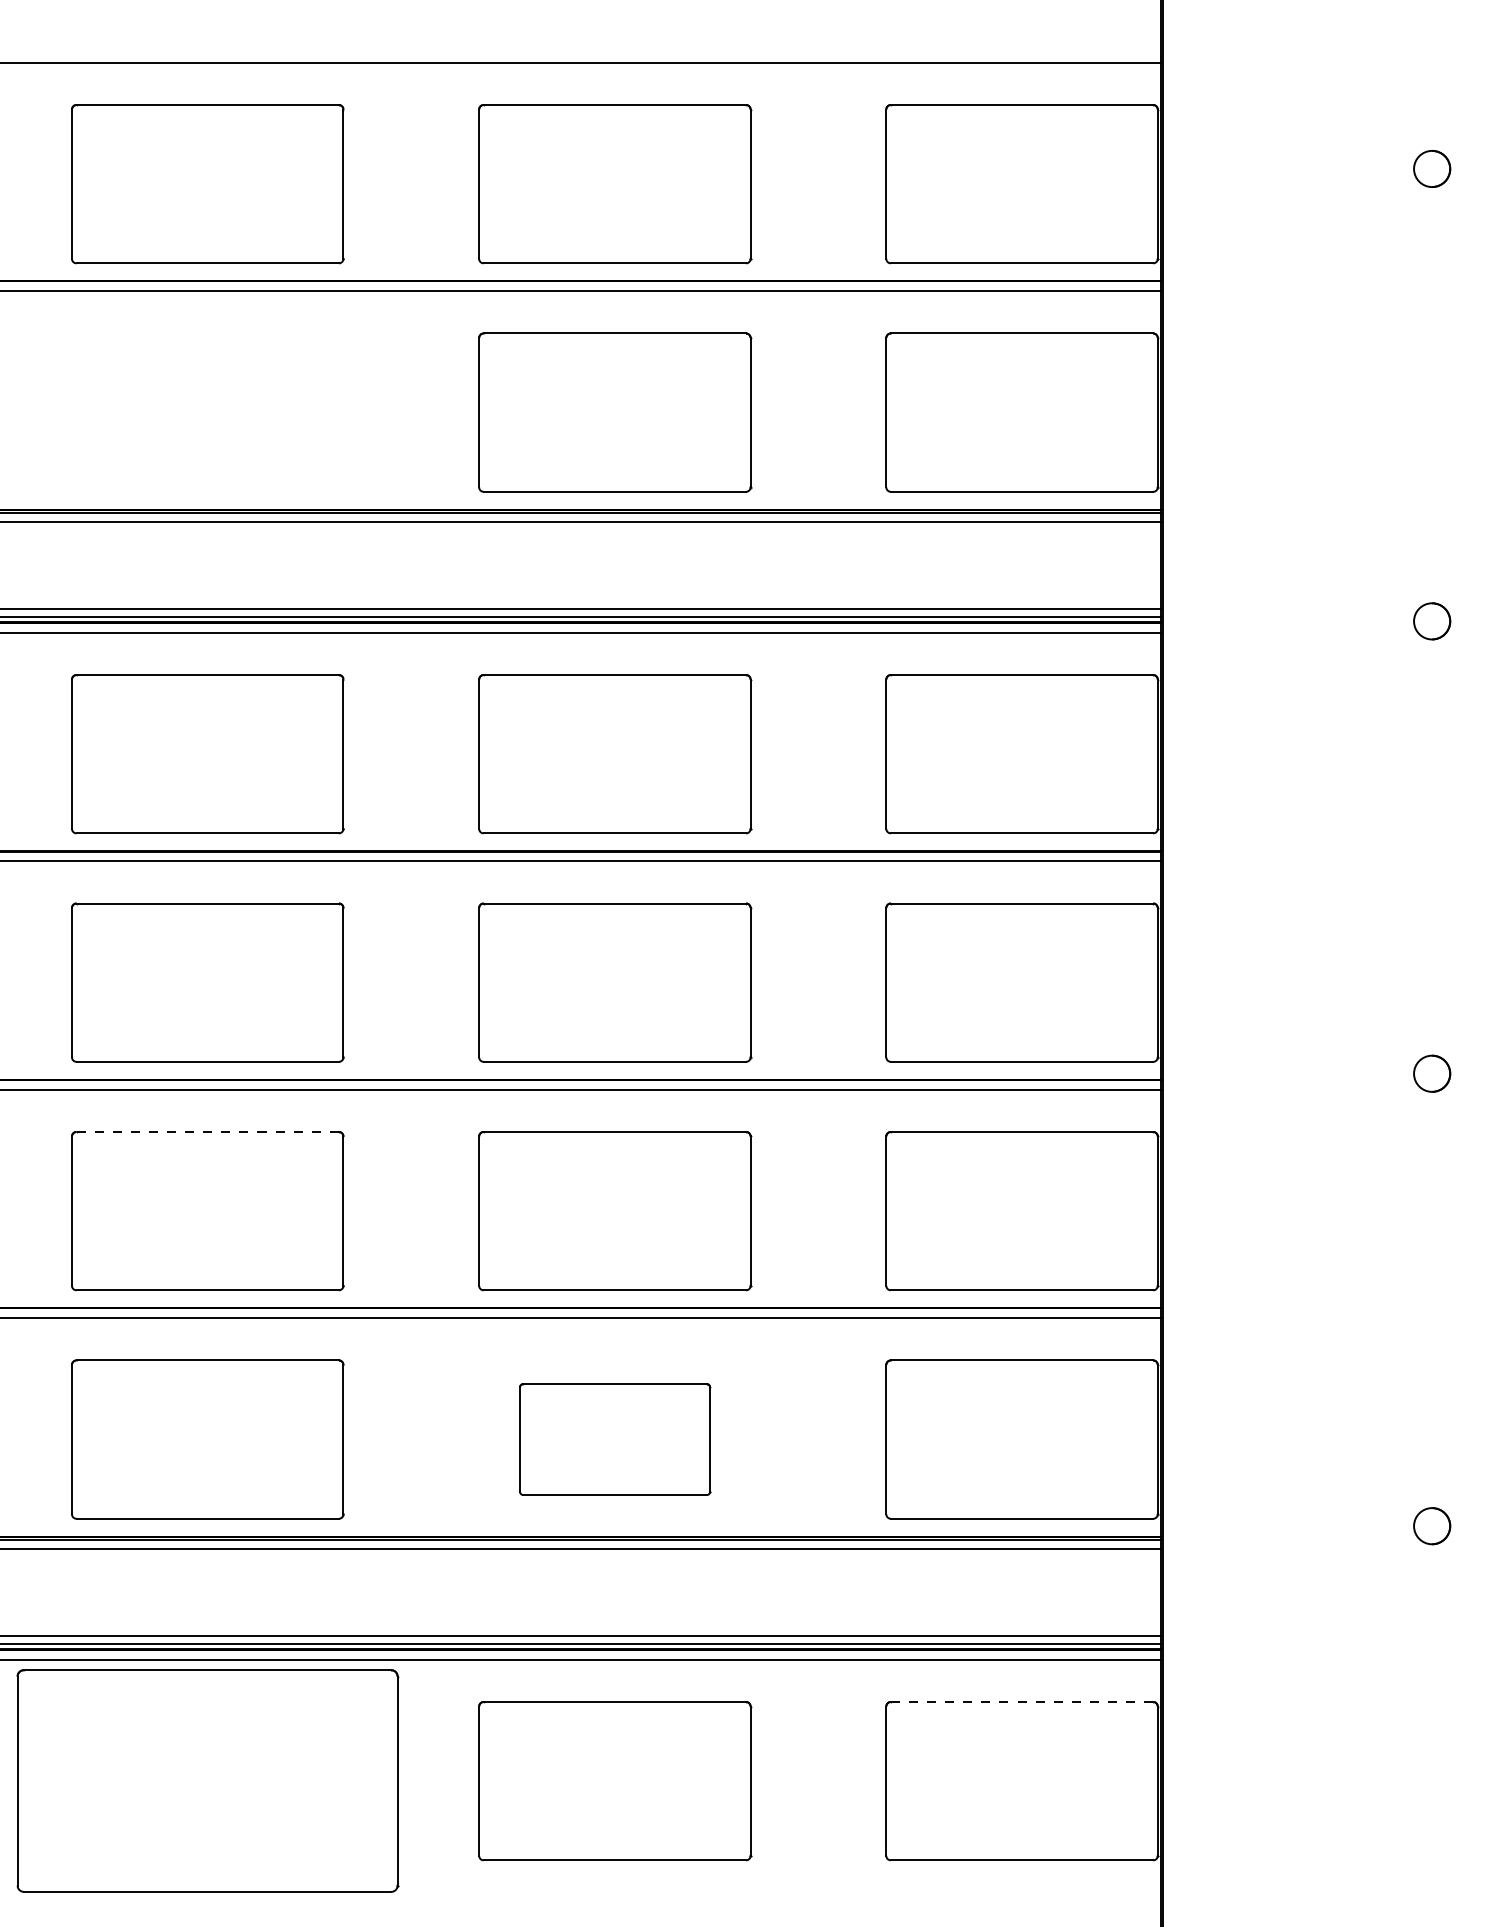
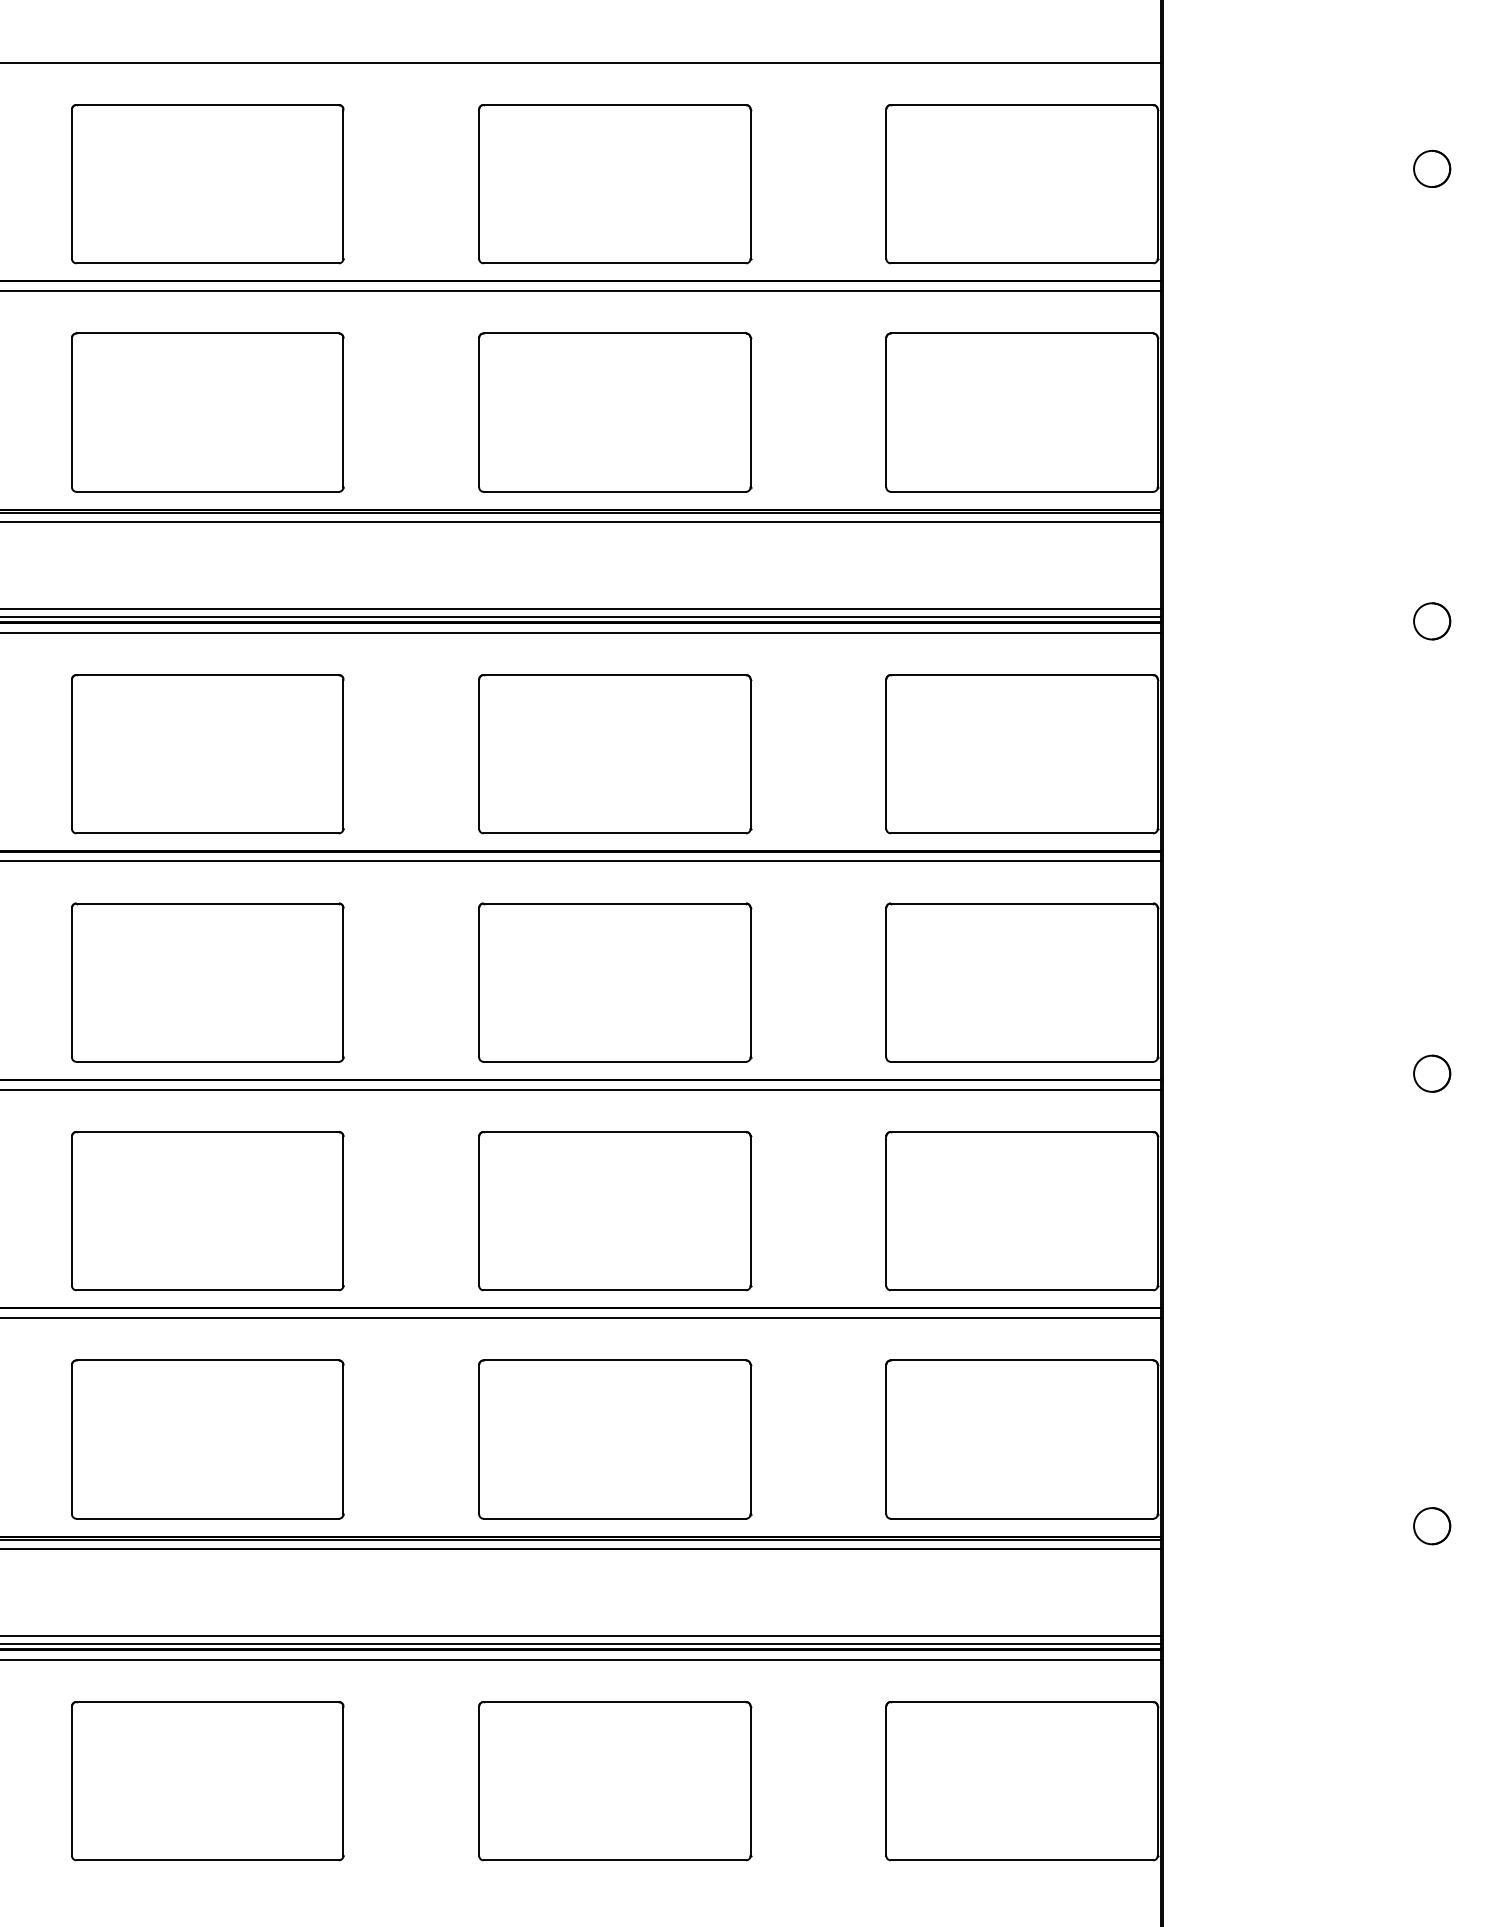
part at (207, 412): none -> present
line at (207, 1131): dashed -> solid
part at (615, 1439) size: 193x113 px -> 275x161 px
line at (1021, 1702): dashed -> solid
part at (207, 1780) size: 384x224 px -> 274x161 px
